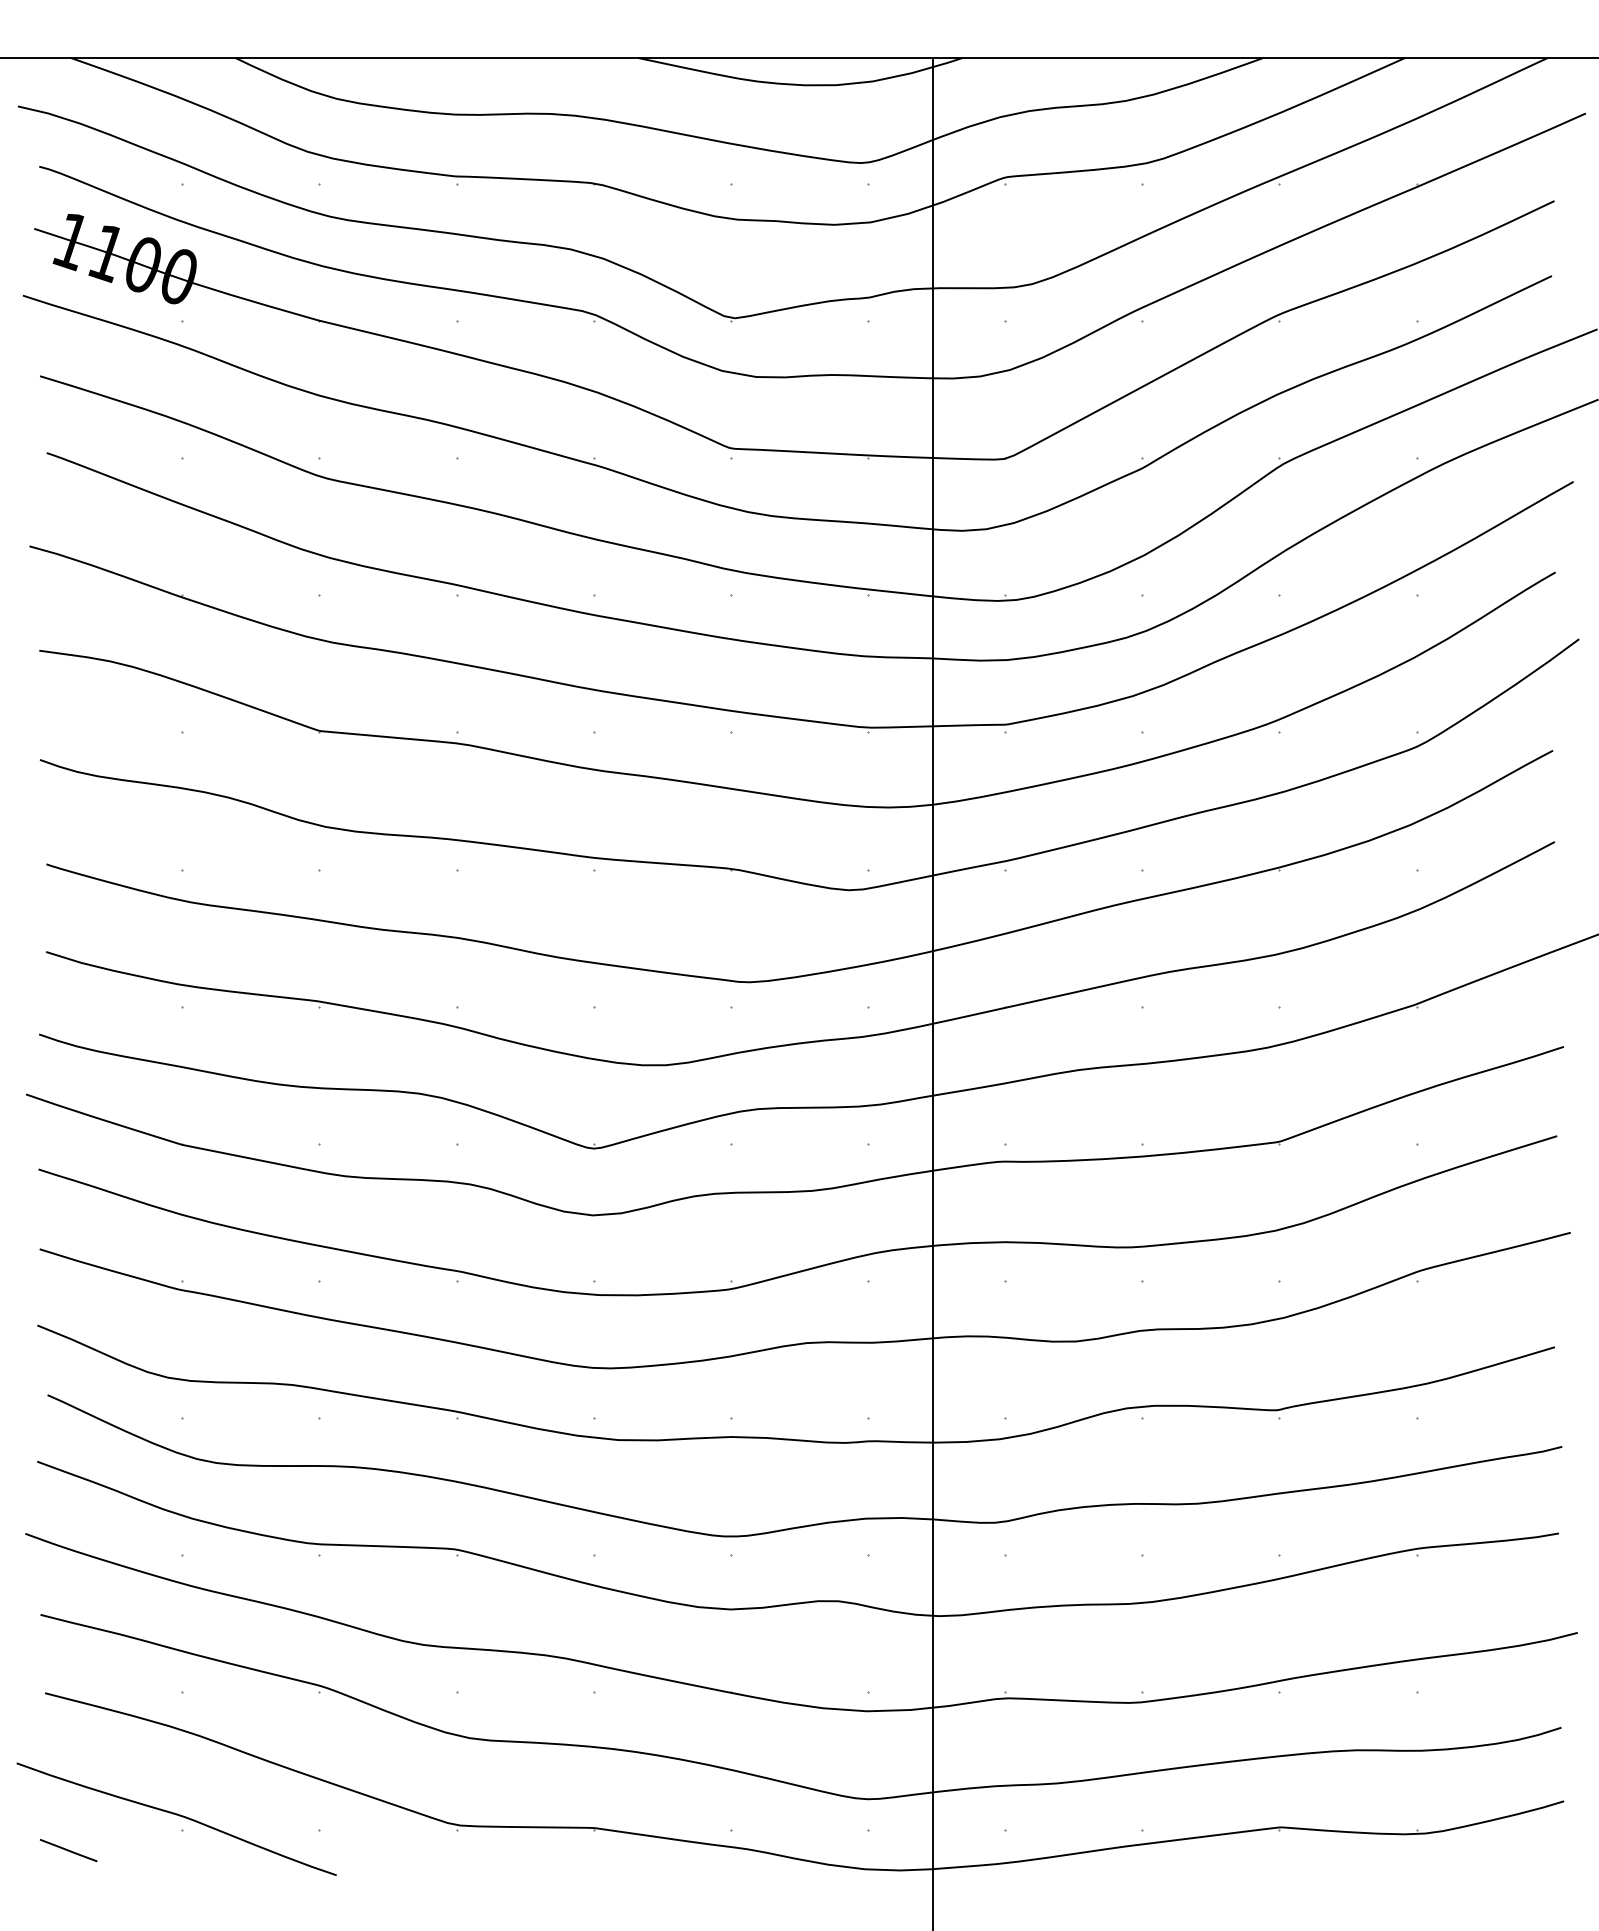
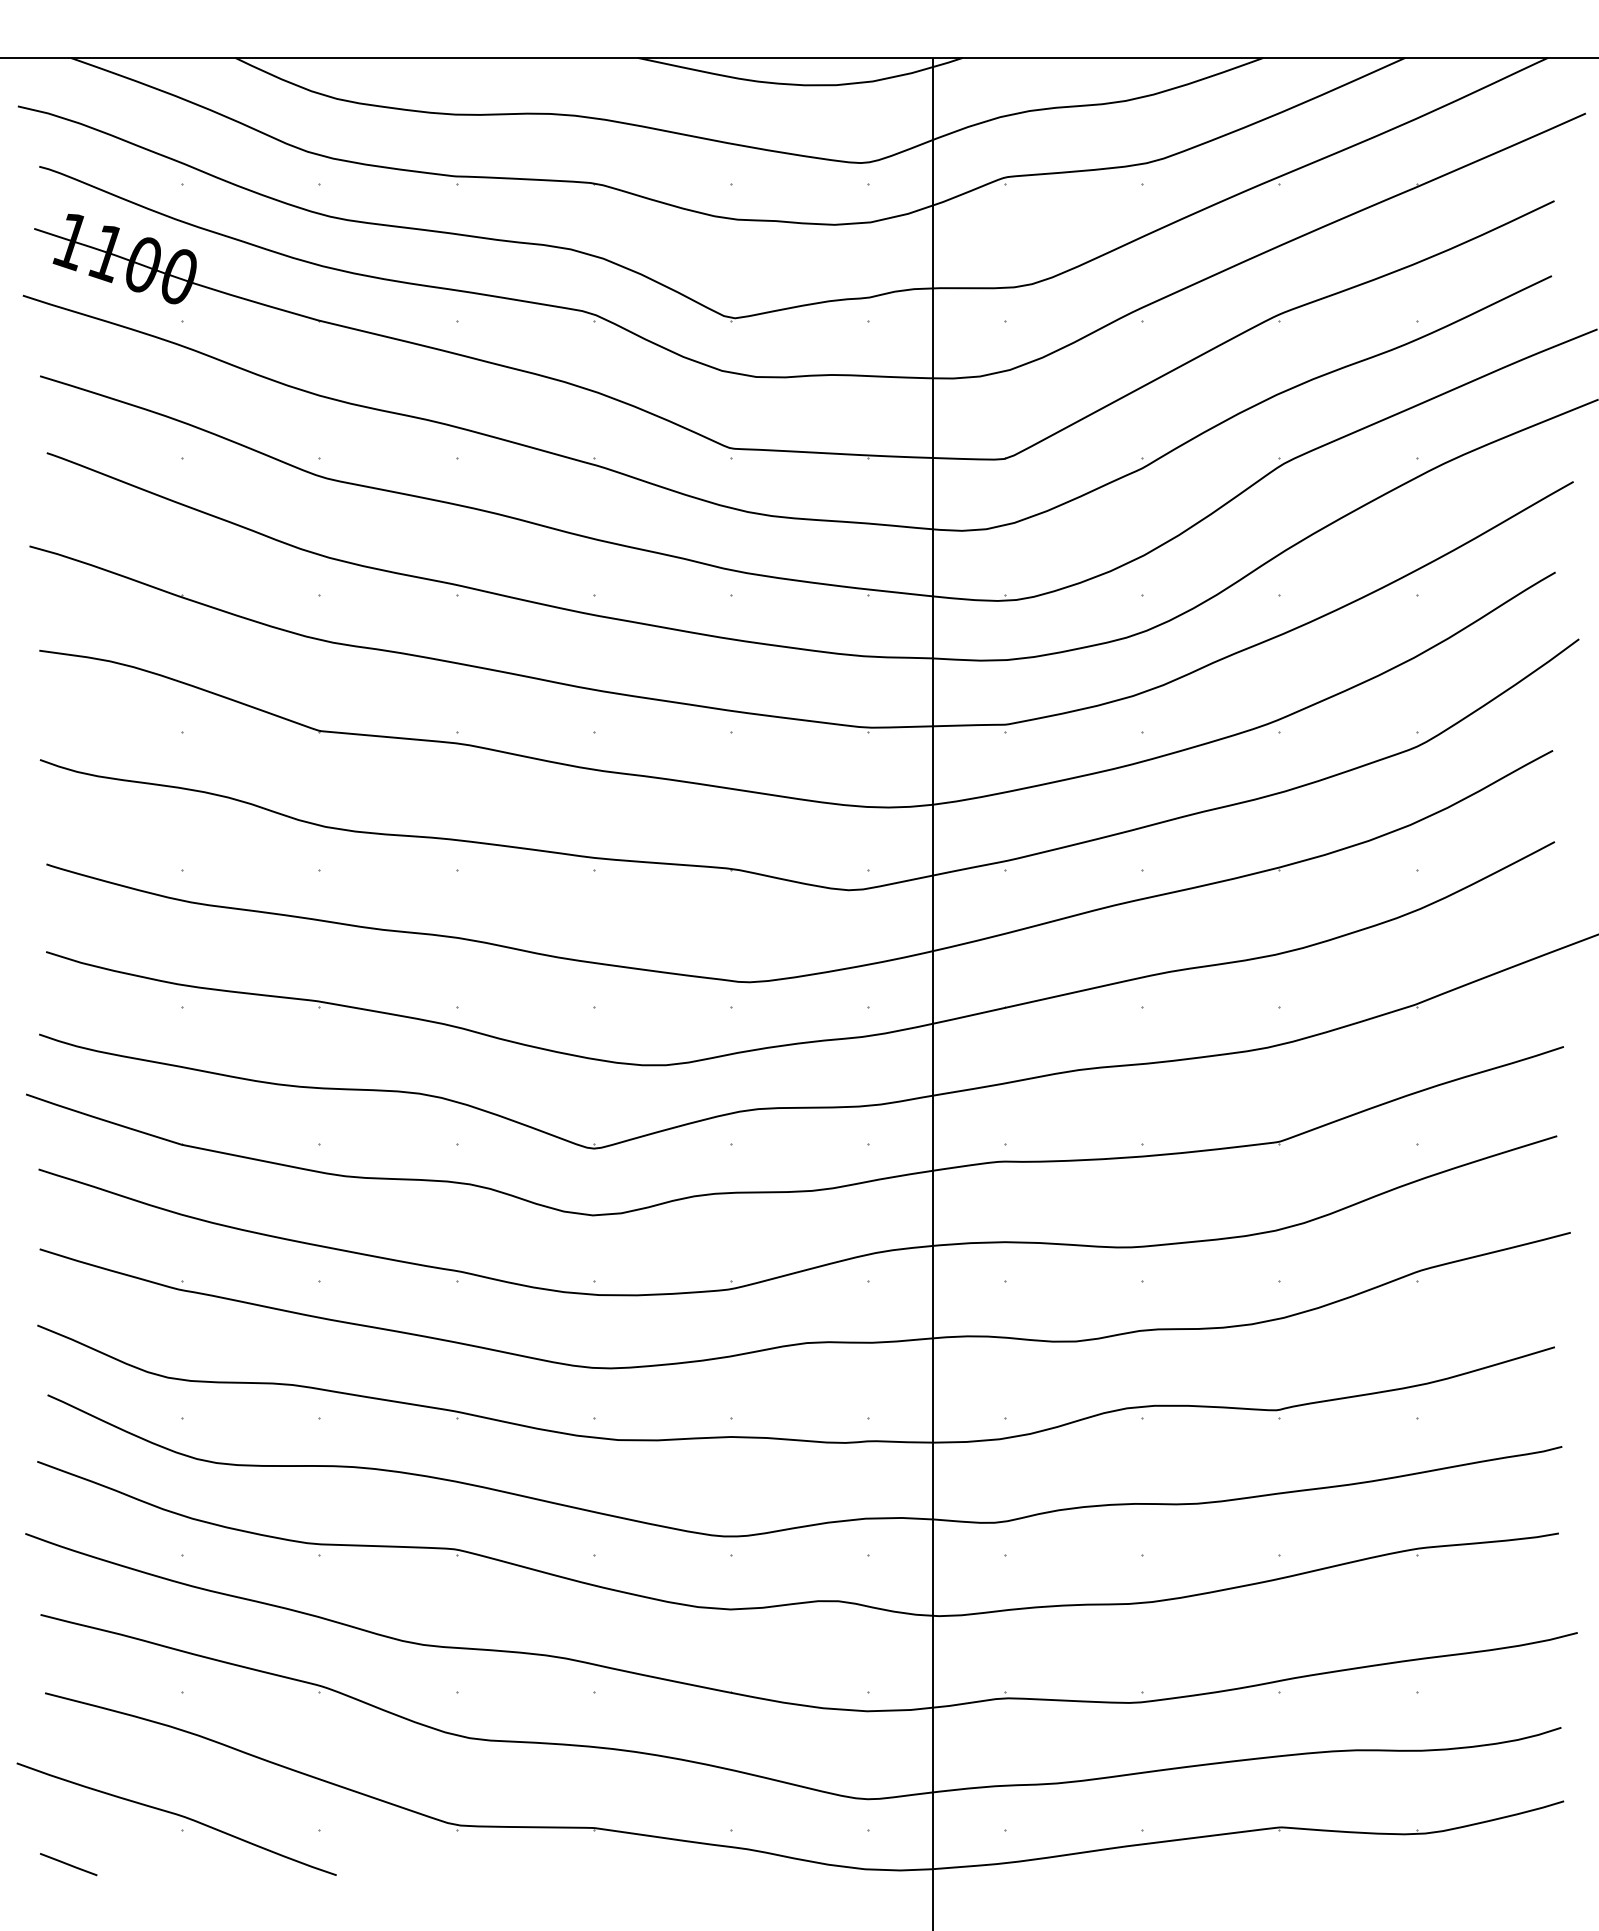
line at (68, 1850) position: (68, 1850) -> (68, 1864)
